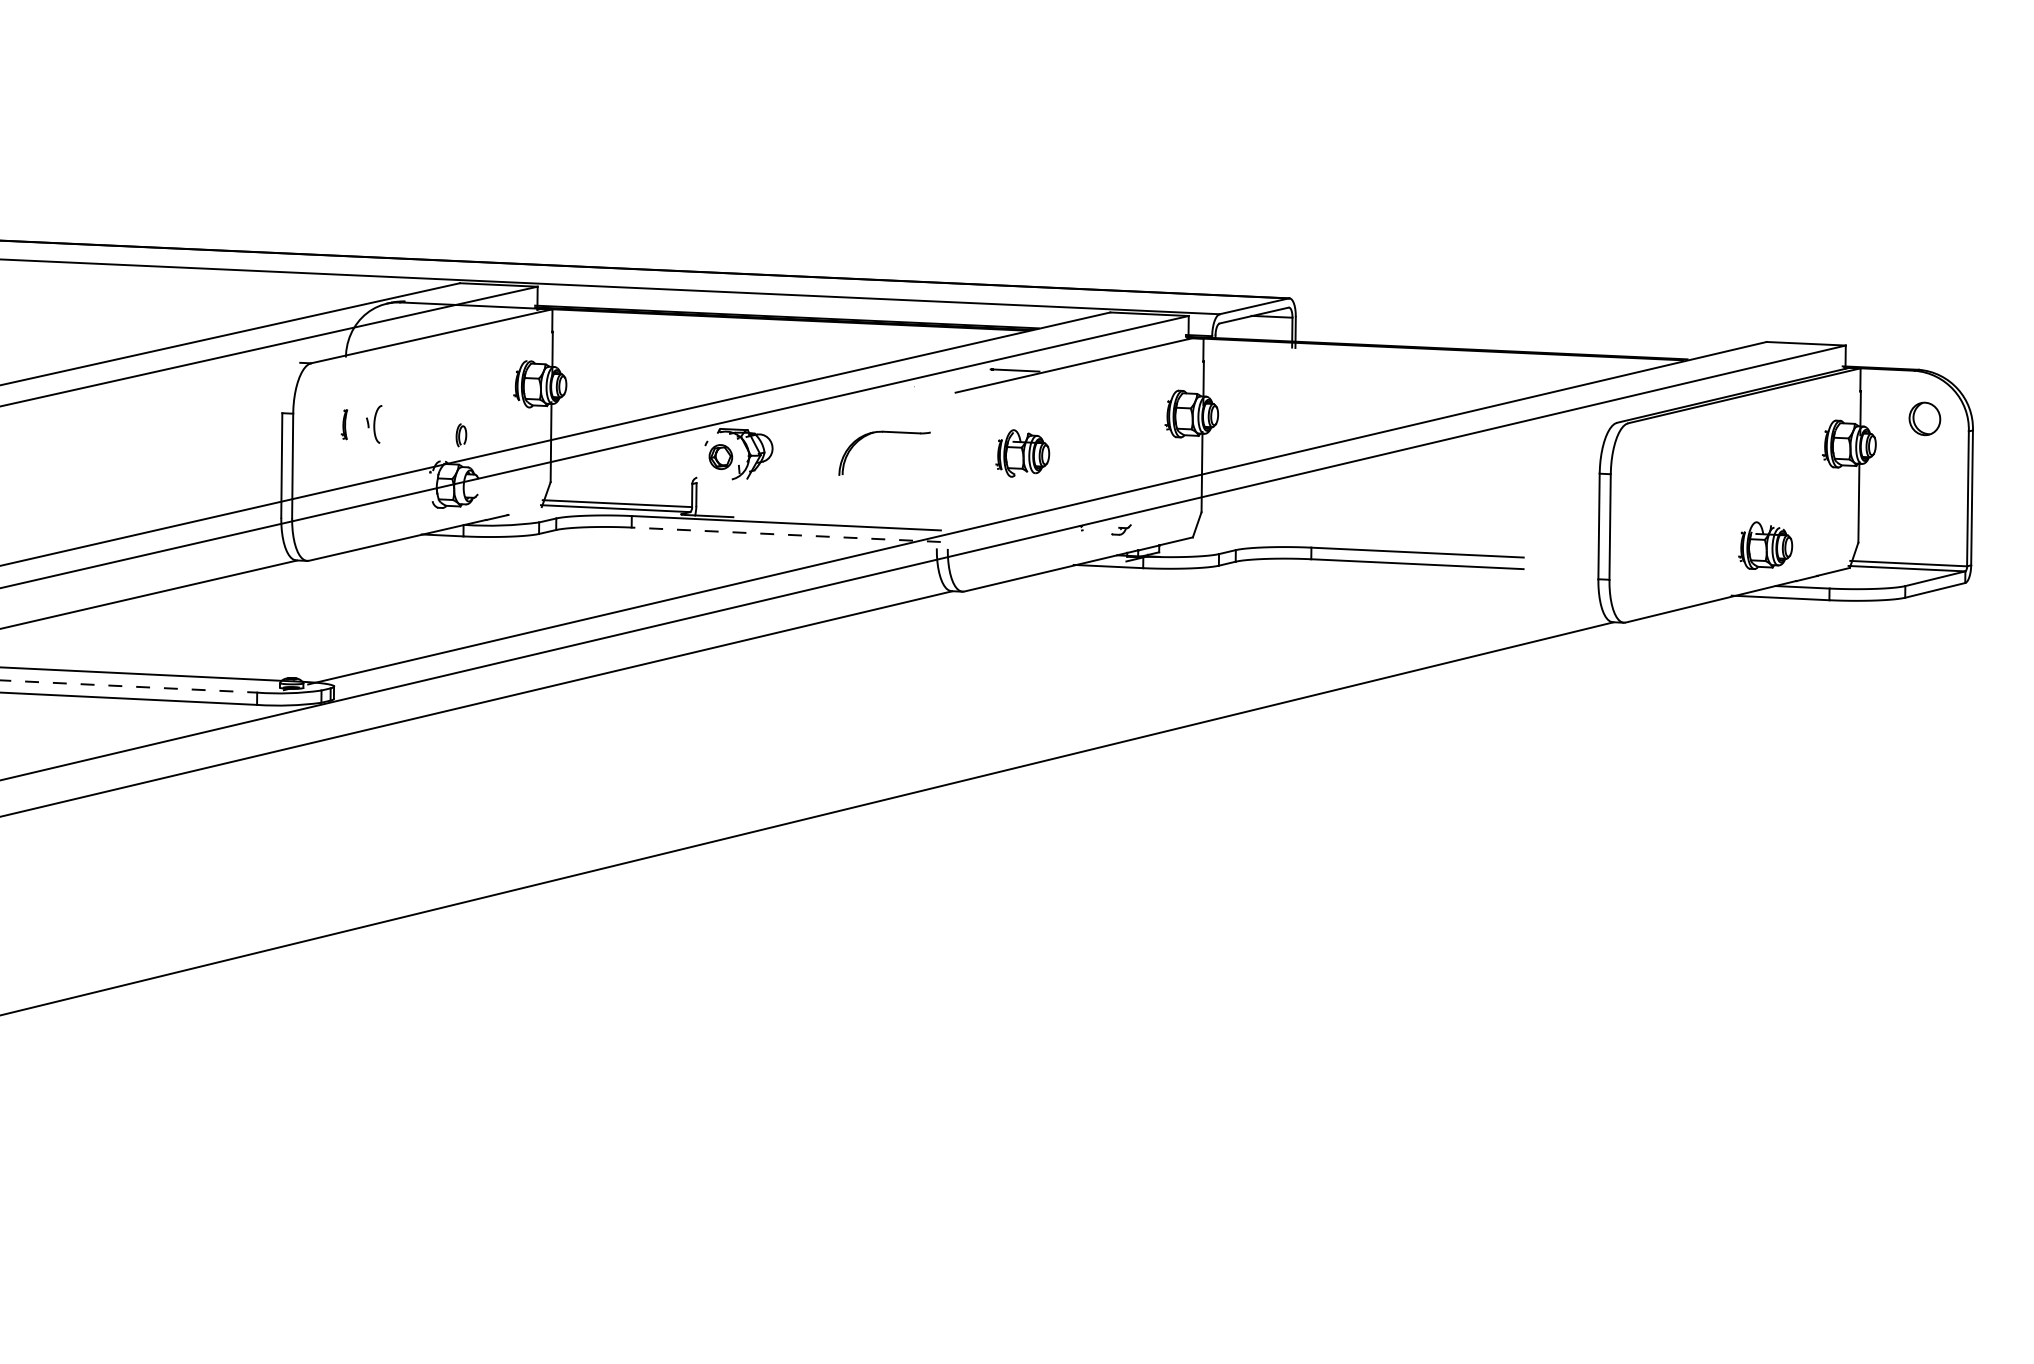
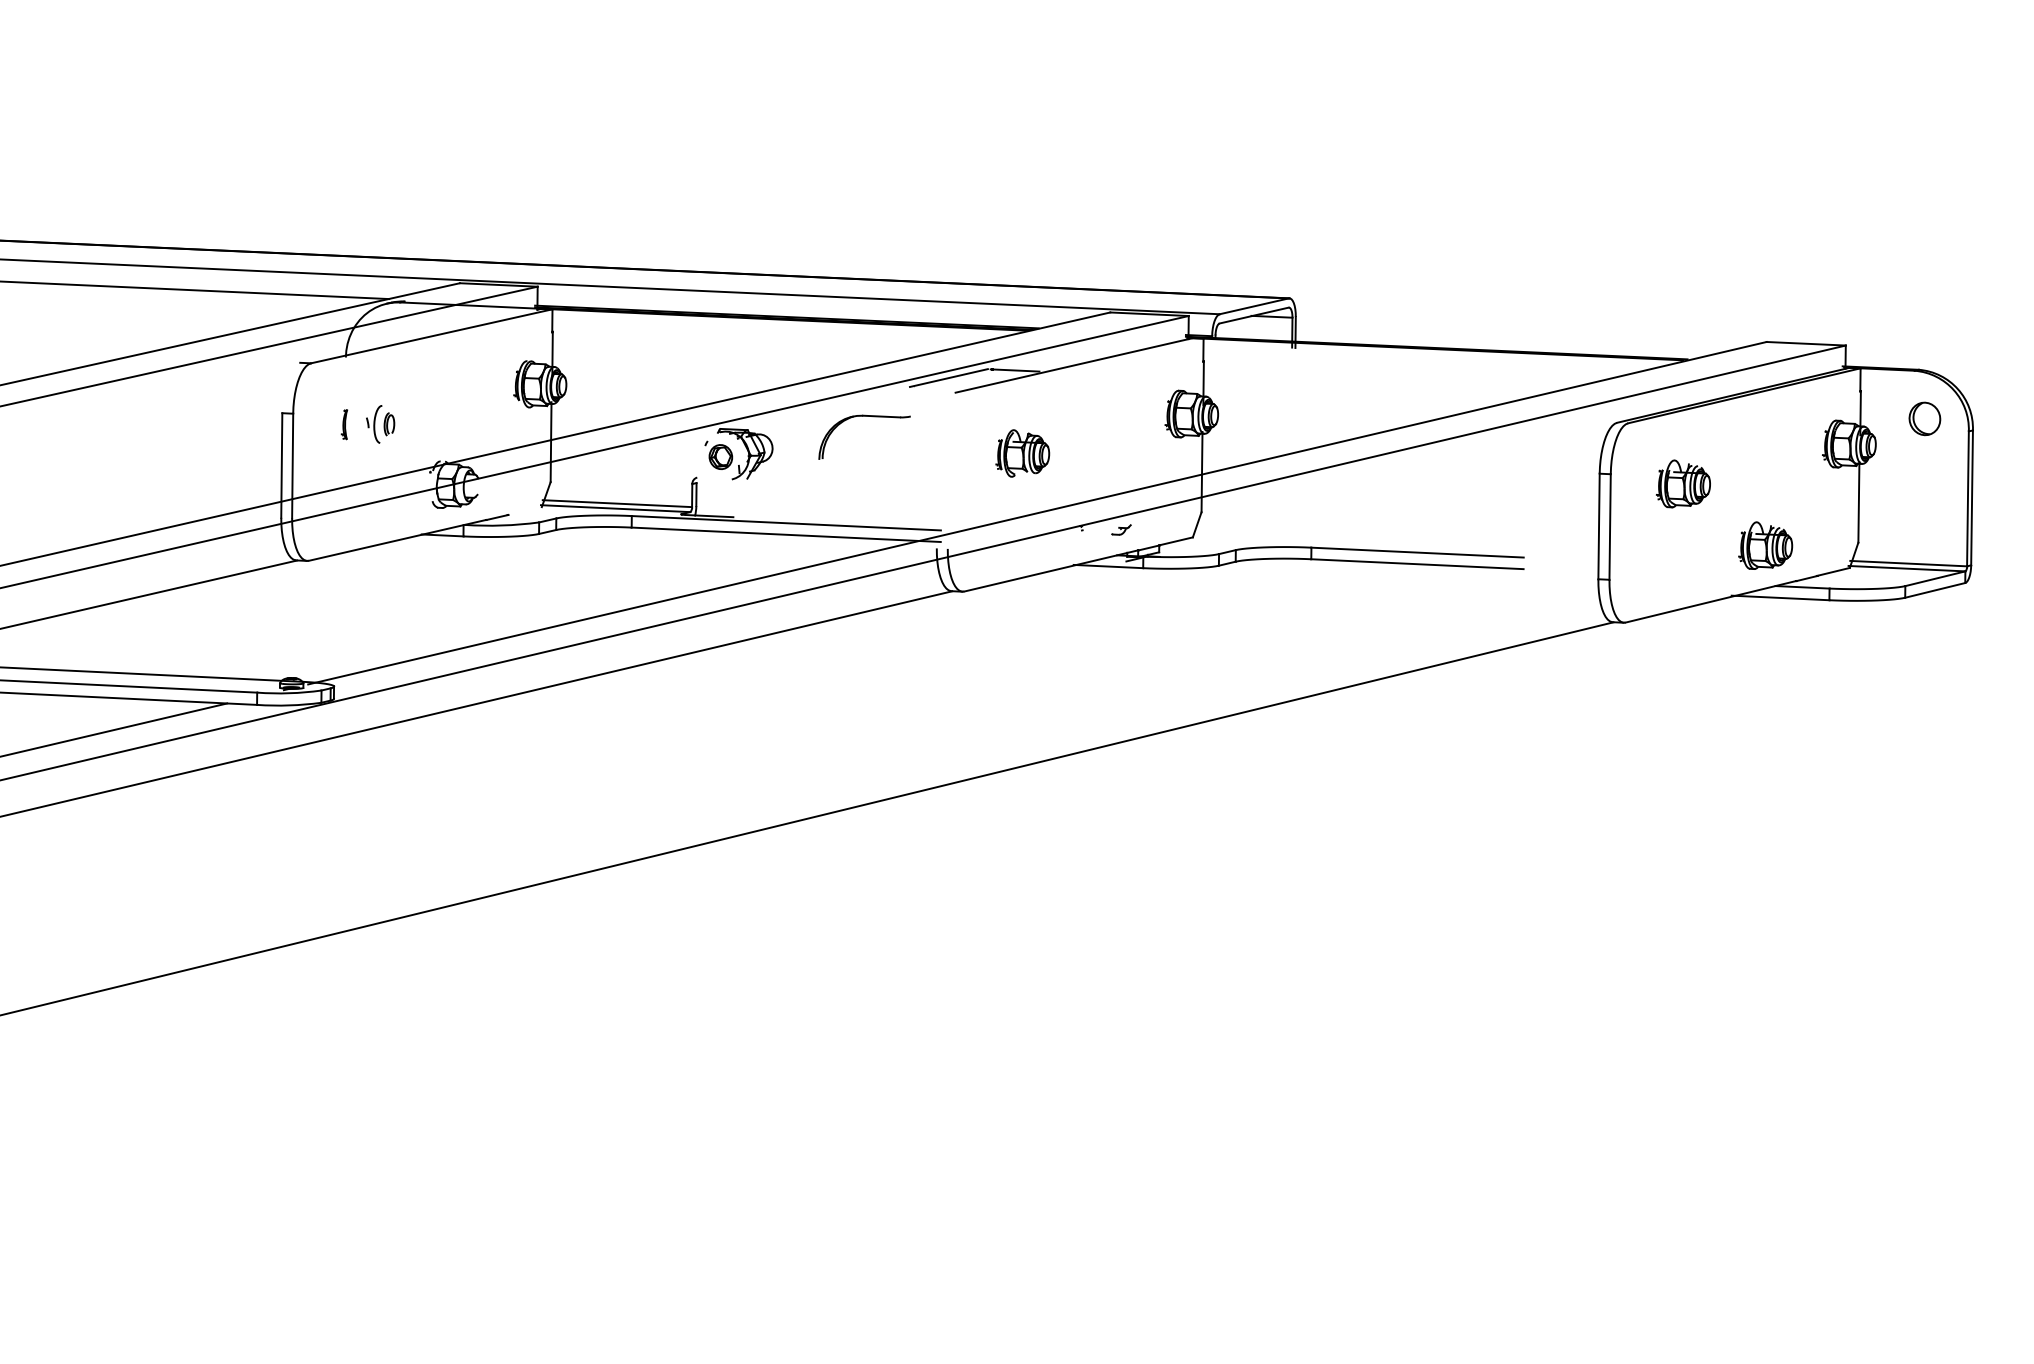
line at (195, 290): none -> present
line at (948, 377): none -> present
part at (884, 432) position: (884, 432) -> (864, 416)
part at (461, 435) position: (461, 435) -> (389, 424)
part at (1683, 483): none -> present
line at (786, 534): dashed -> solid
line at (129, 686): dashed -> solid
line at (114, 729): none -> present
